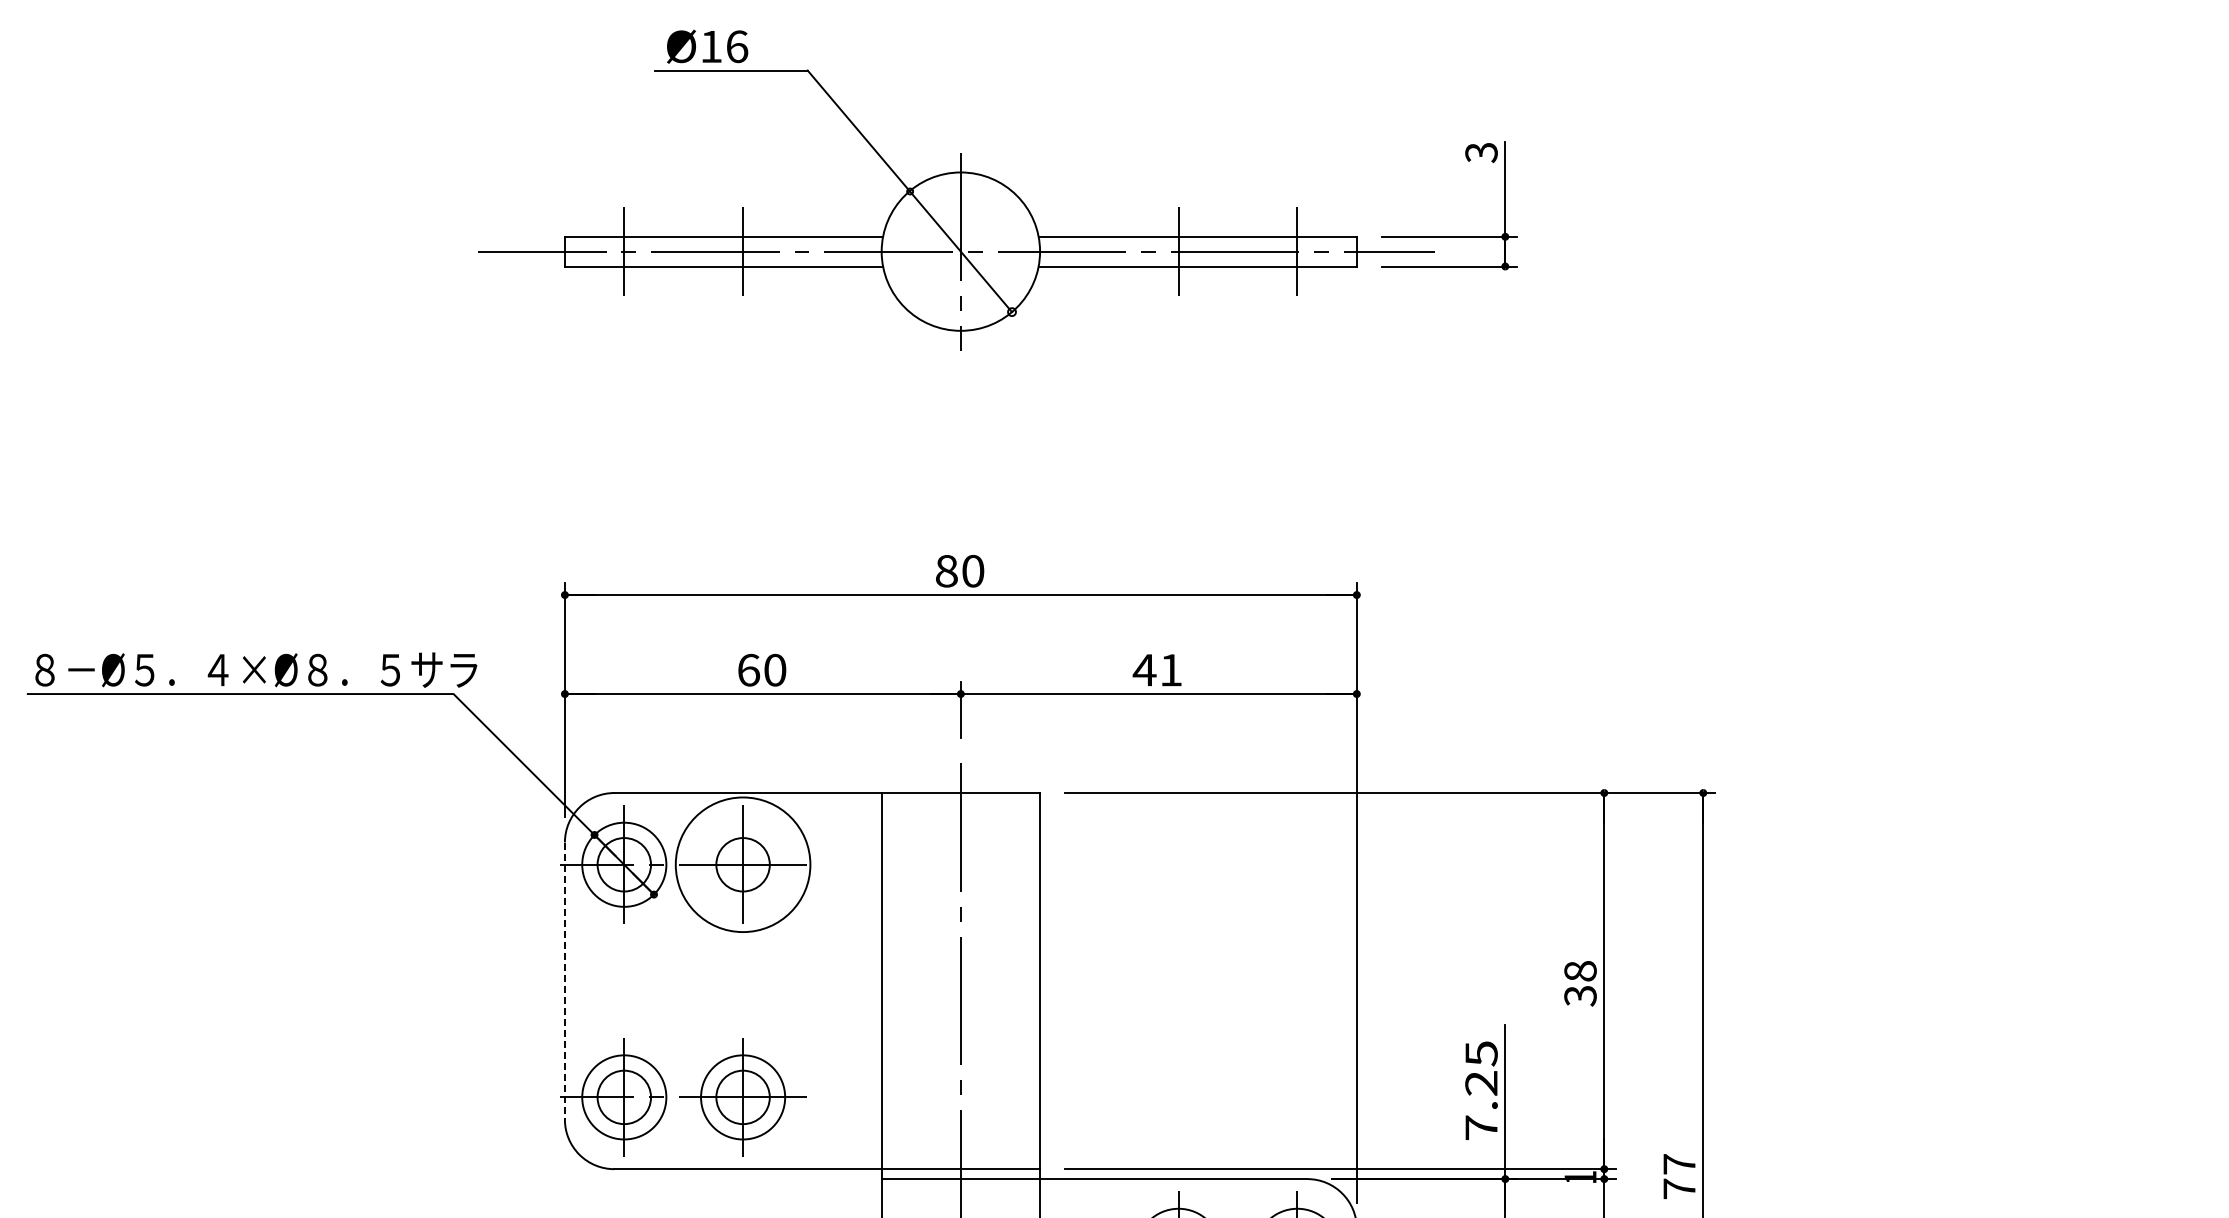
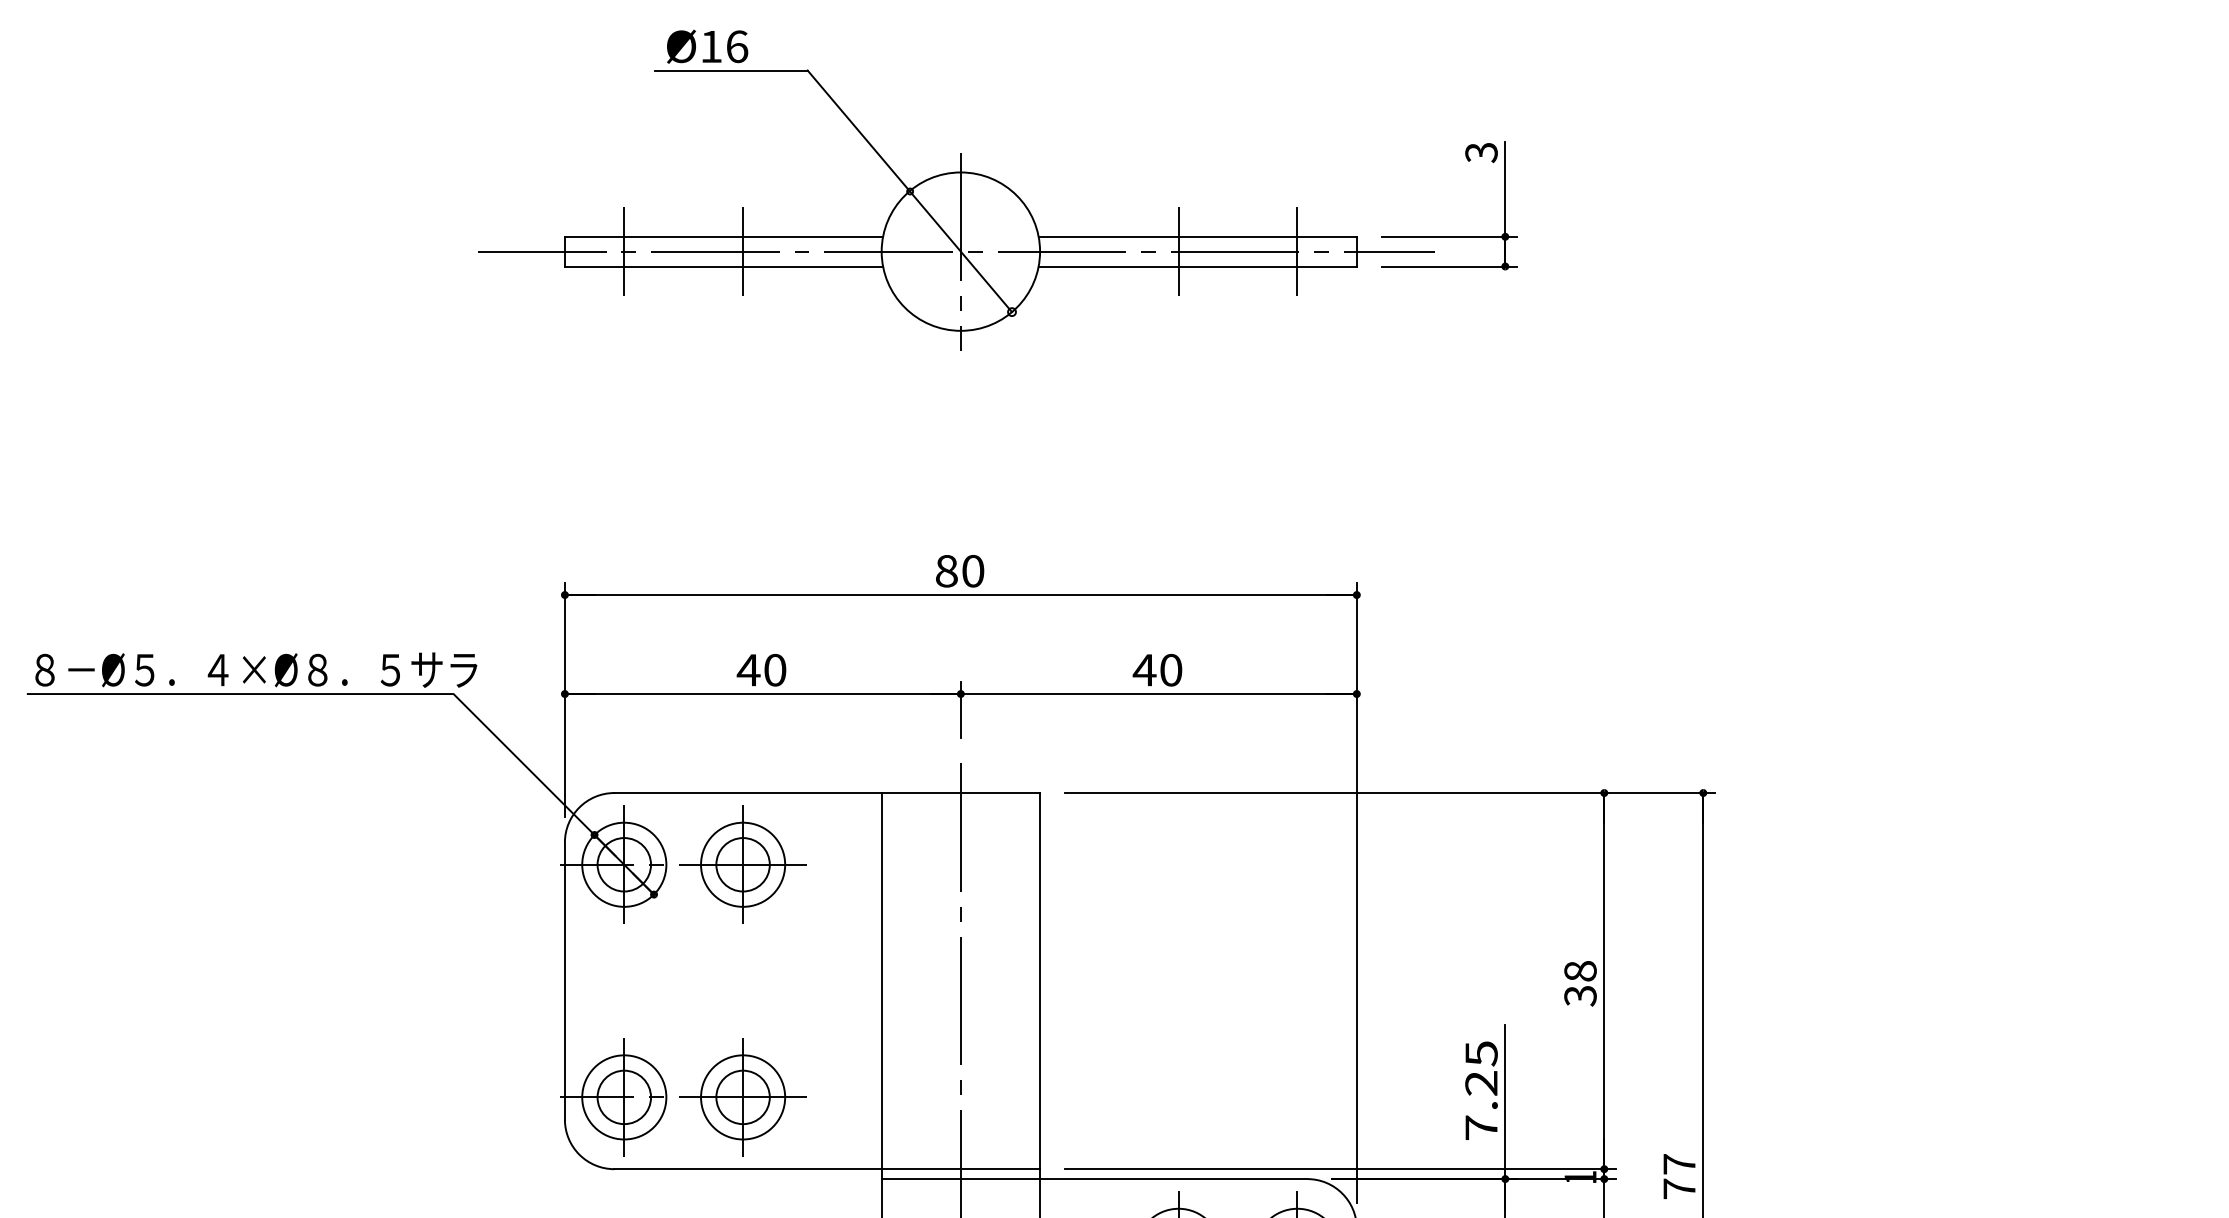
text at (748, 669): 60 -> 40
text at (1171, 669): 41 -> 40
circle at (742, 864) diameter: 135 px -> 84 px
line at (564, 981): dashed -> solid
